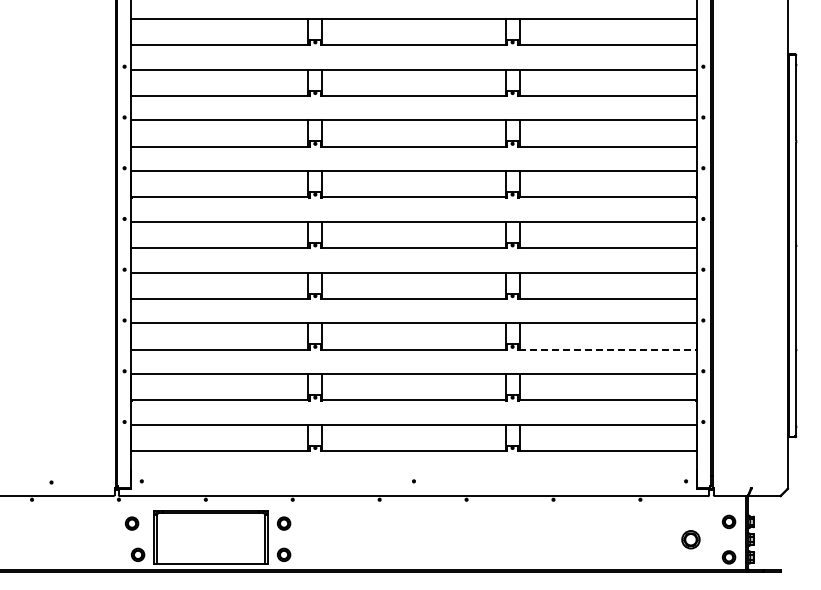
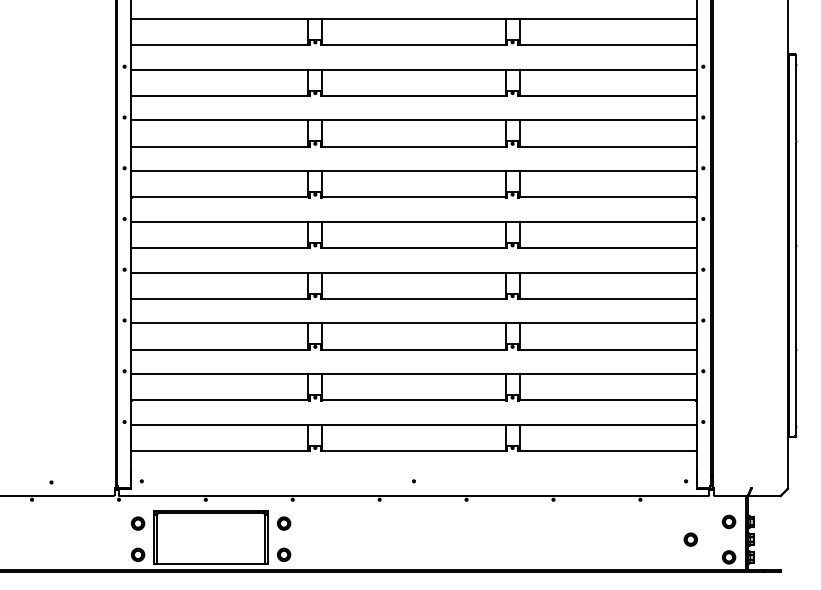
line at (607, 349): dashed -> solid
part at (132, 523) position: (132, 523) -> (138, 523)
part at (690, 539) size: 20x20 px -> 15x15 px
